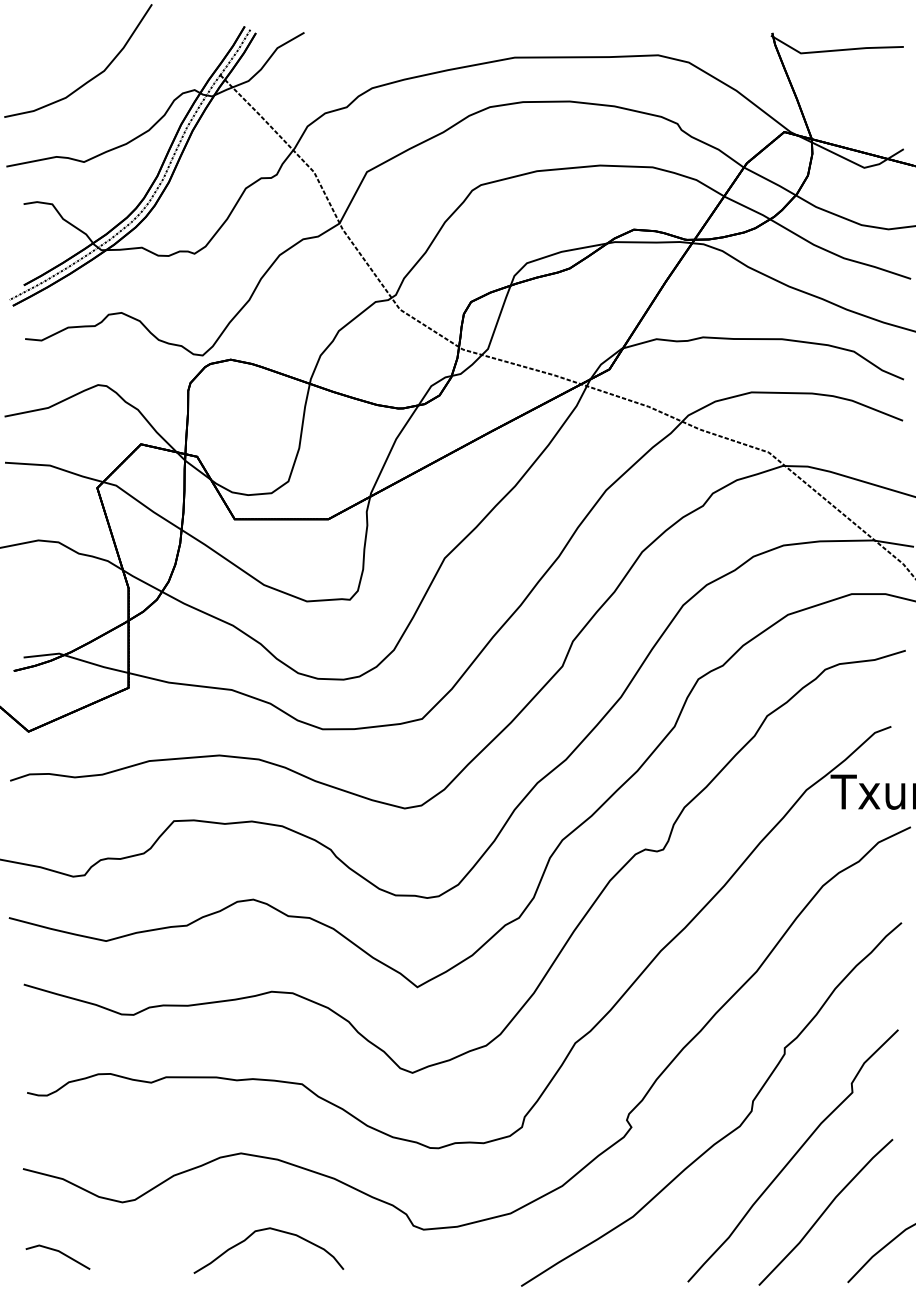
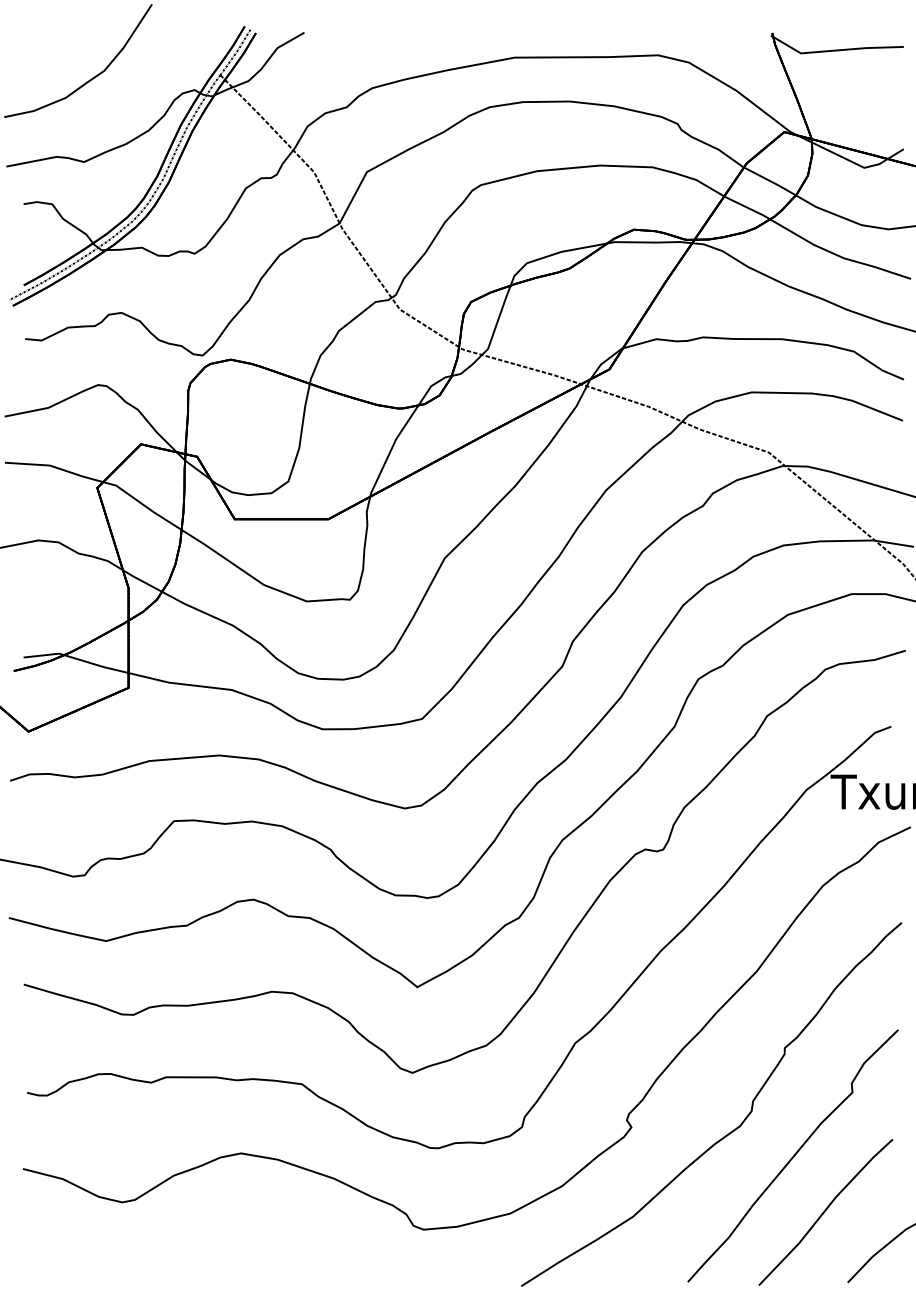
curve at (265, 1230): present -> none
line at (58, 1252): present -> none
